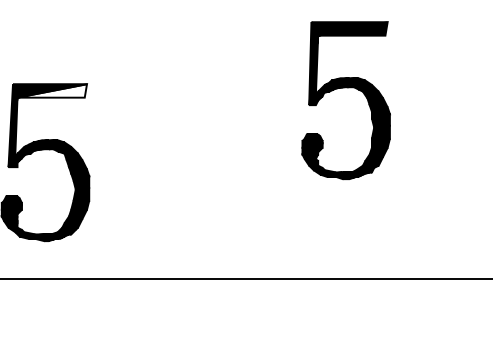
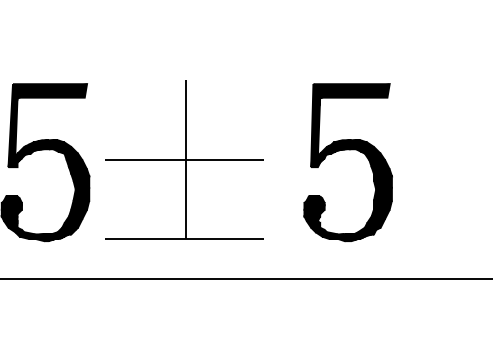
part at (345, 88) position: (345, 88) -> (347, 150)
fill at (52, 90): none -> present
part at (184, 159): none -> present
